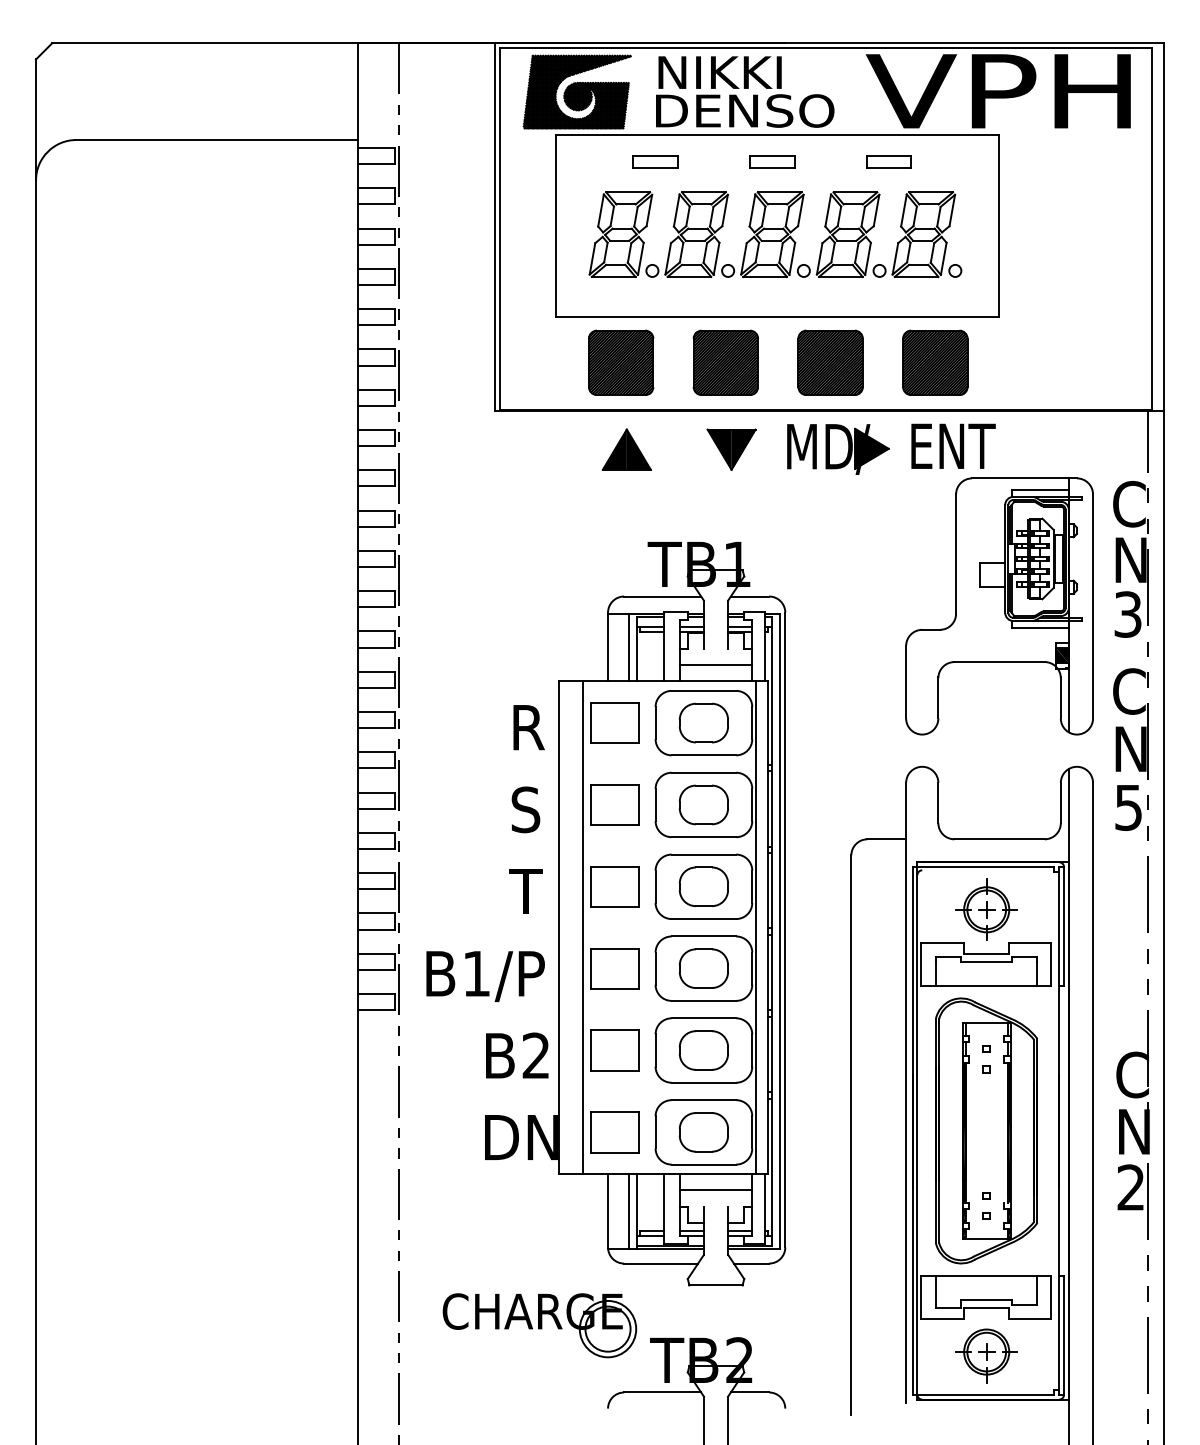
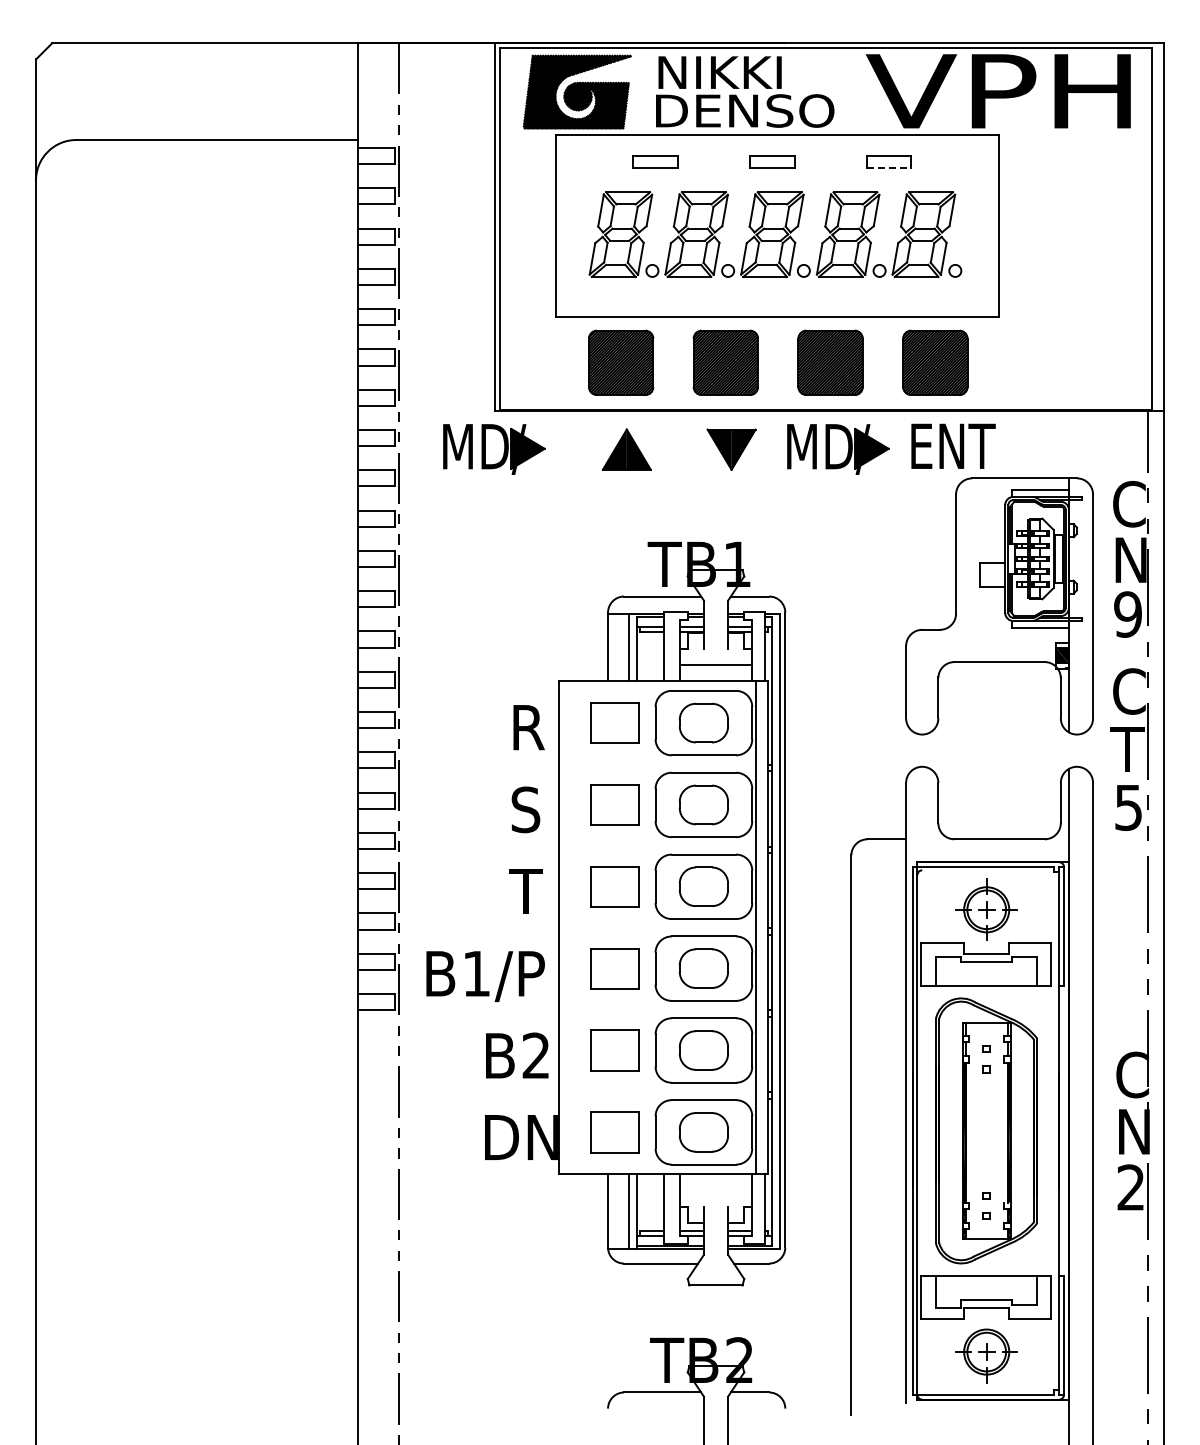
line at (889, 168): solid -> dashed
part at (494, 449): none -> present
text at (1127, 614): 3 -> 9
text at (1128, 748): N -> T
line at (583, 927): present -> none
line at (715, 1190): present -> none
part at (539, 1325): present -> none
